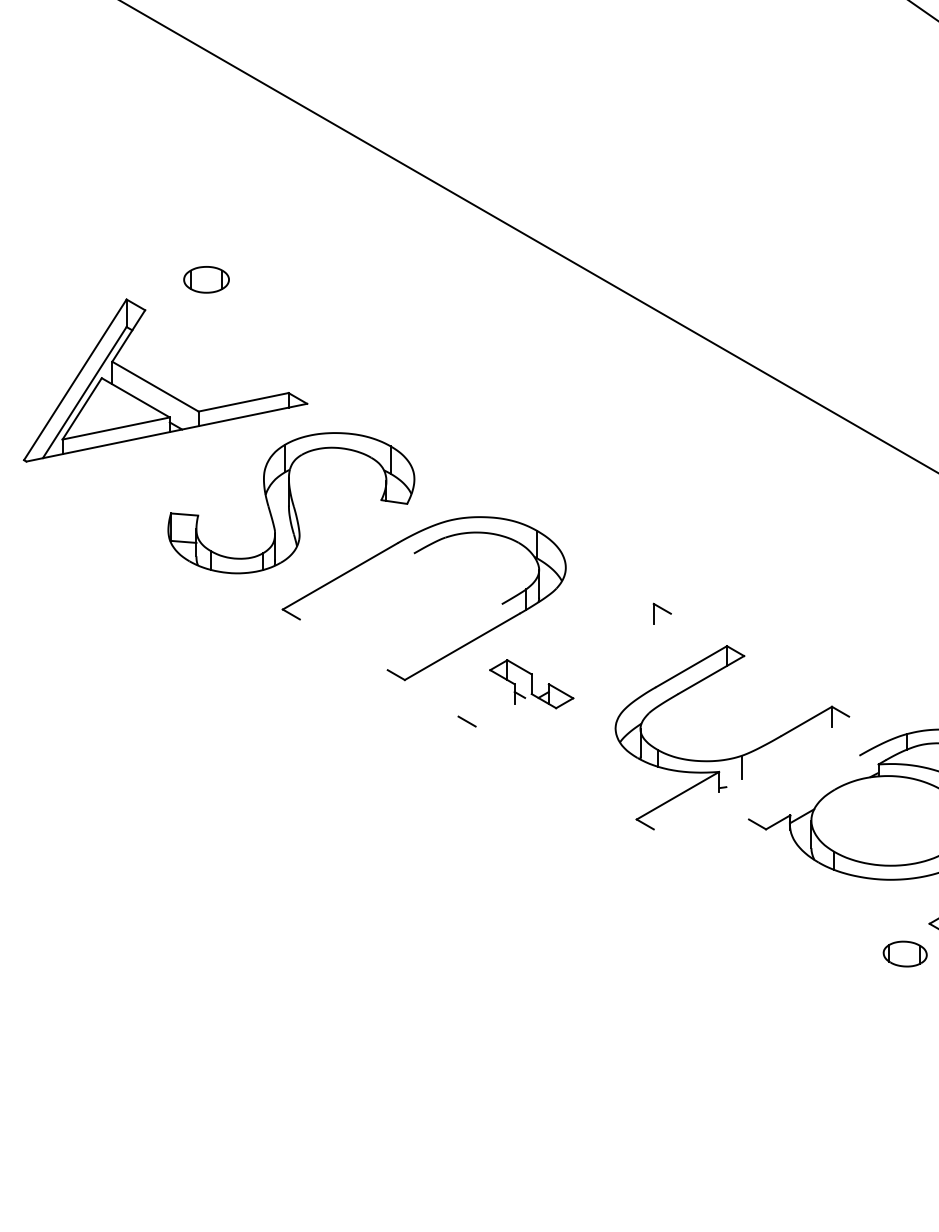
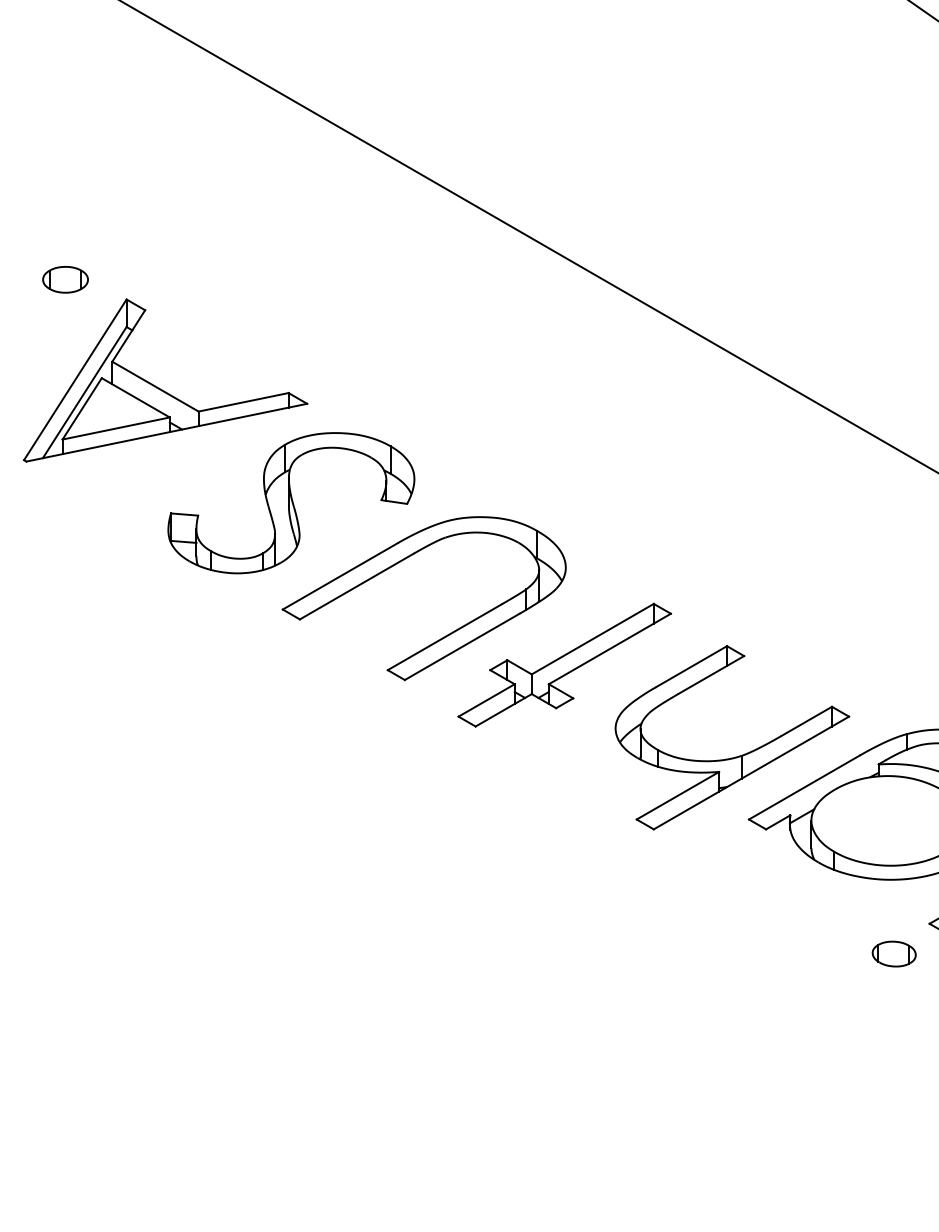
part at (206, 279) position: (206, 279) -> (65, 279)
line at (356, 586): none -> present
line at (444, 637): none -> present
line at (592, 638): none -> present
line at (609, 648): none -> present
line at (486, 700): none -> present
line at (503, 710): none -> present
line at (751, 772): none -> present
line at (804, 787): none -> present
part at (904, 953) position: (904, 953) -> (893, 953)
